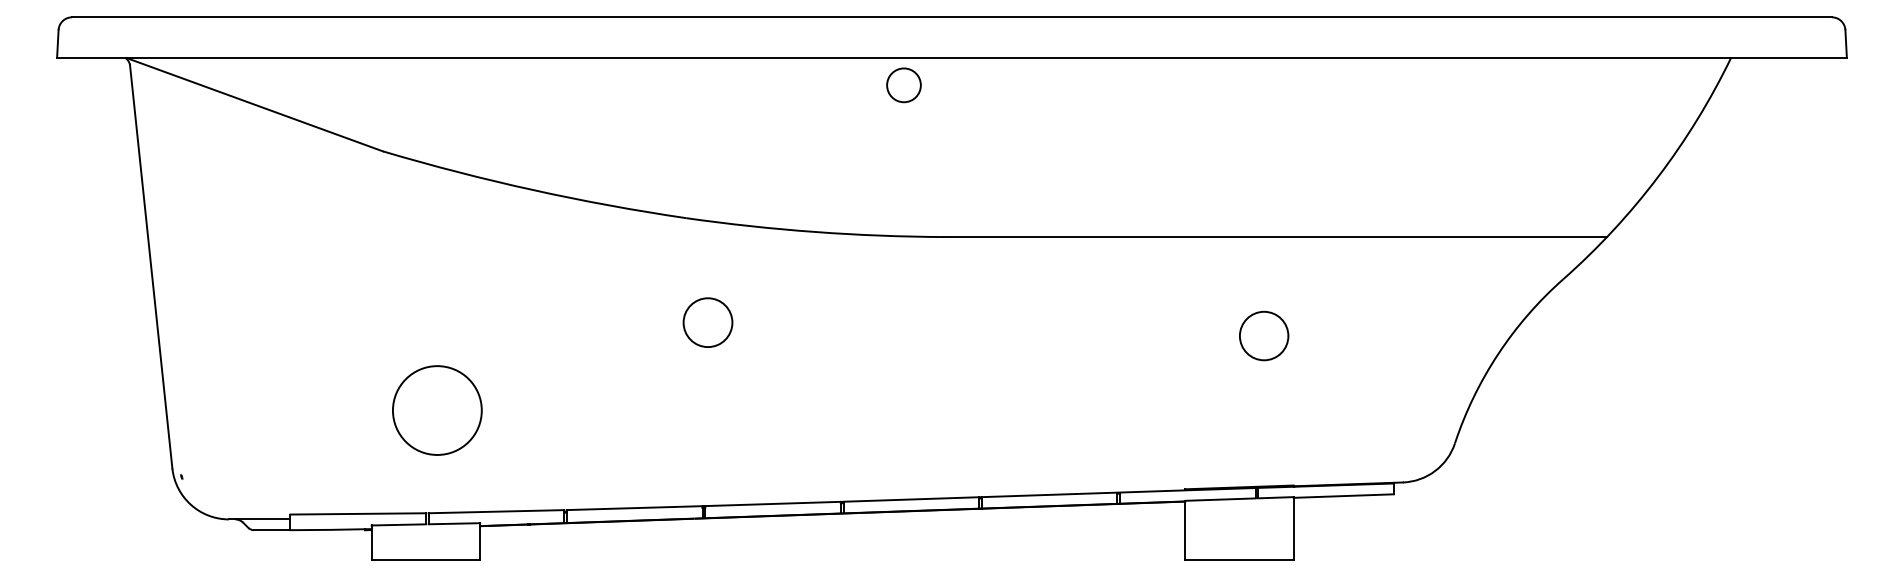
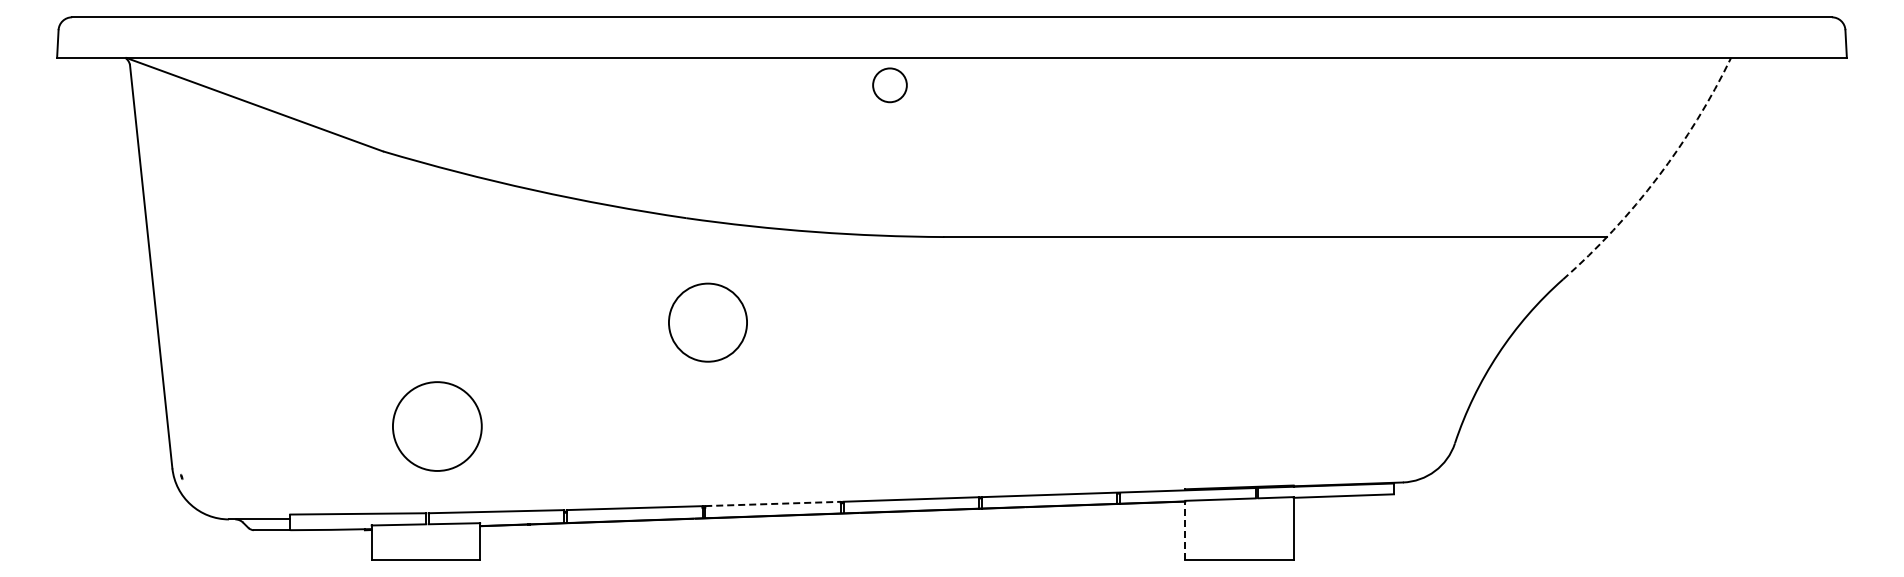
circle at (903, 85) position: (903, 85) -> (889, 85)
arc at (1658, 177): solid -> dashed
circle at (707, 322) diameter: 49 px -> 78 px
circle at (1264, 335): present -> none
circle at (437, 410) position: (437, 410) -> (437, 426)
line at (773, 503): solid -> dashed
line at (1185, 529): solid -> dashed
